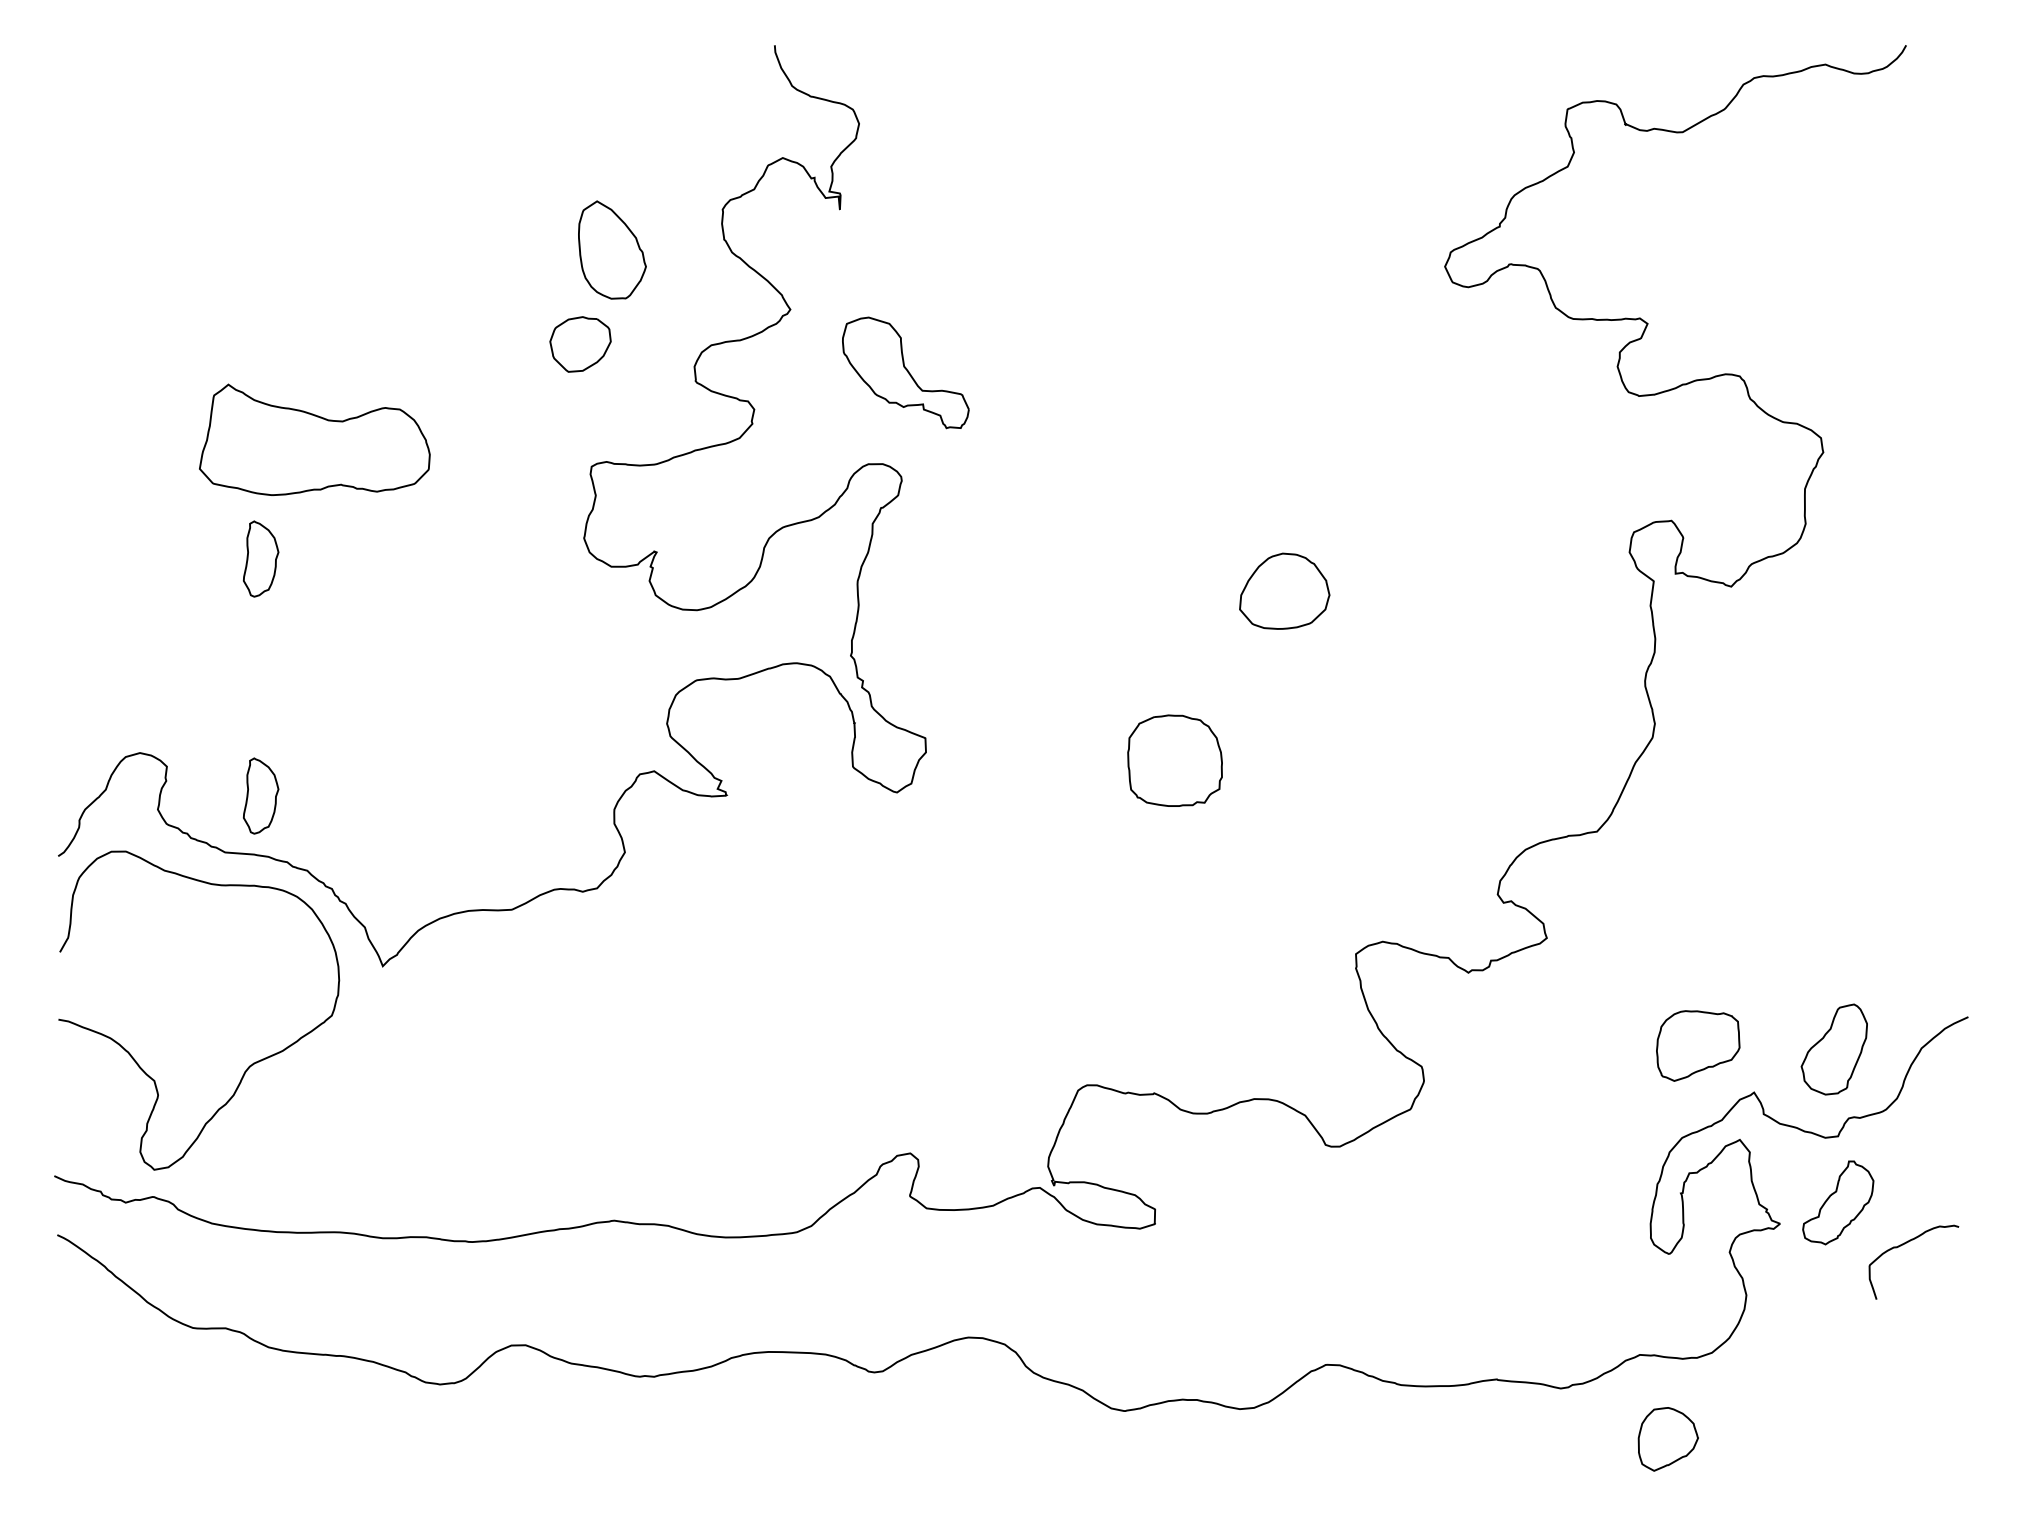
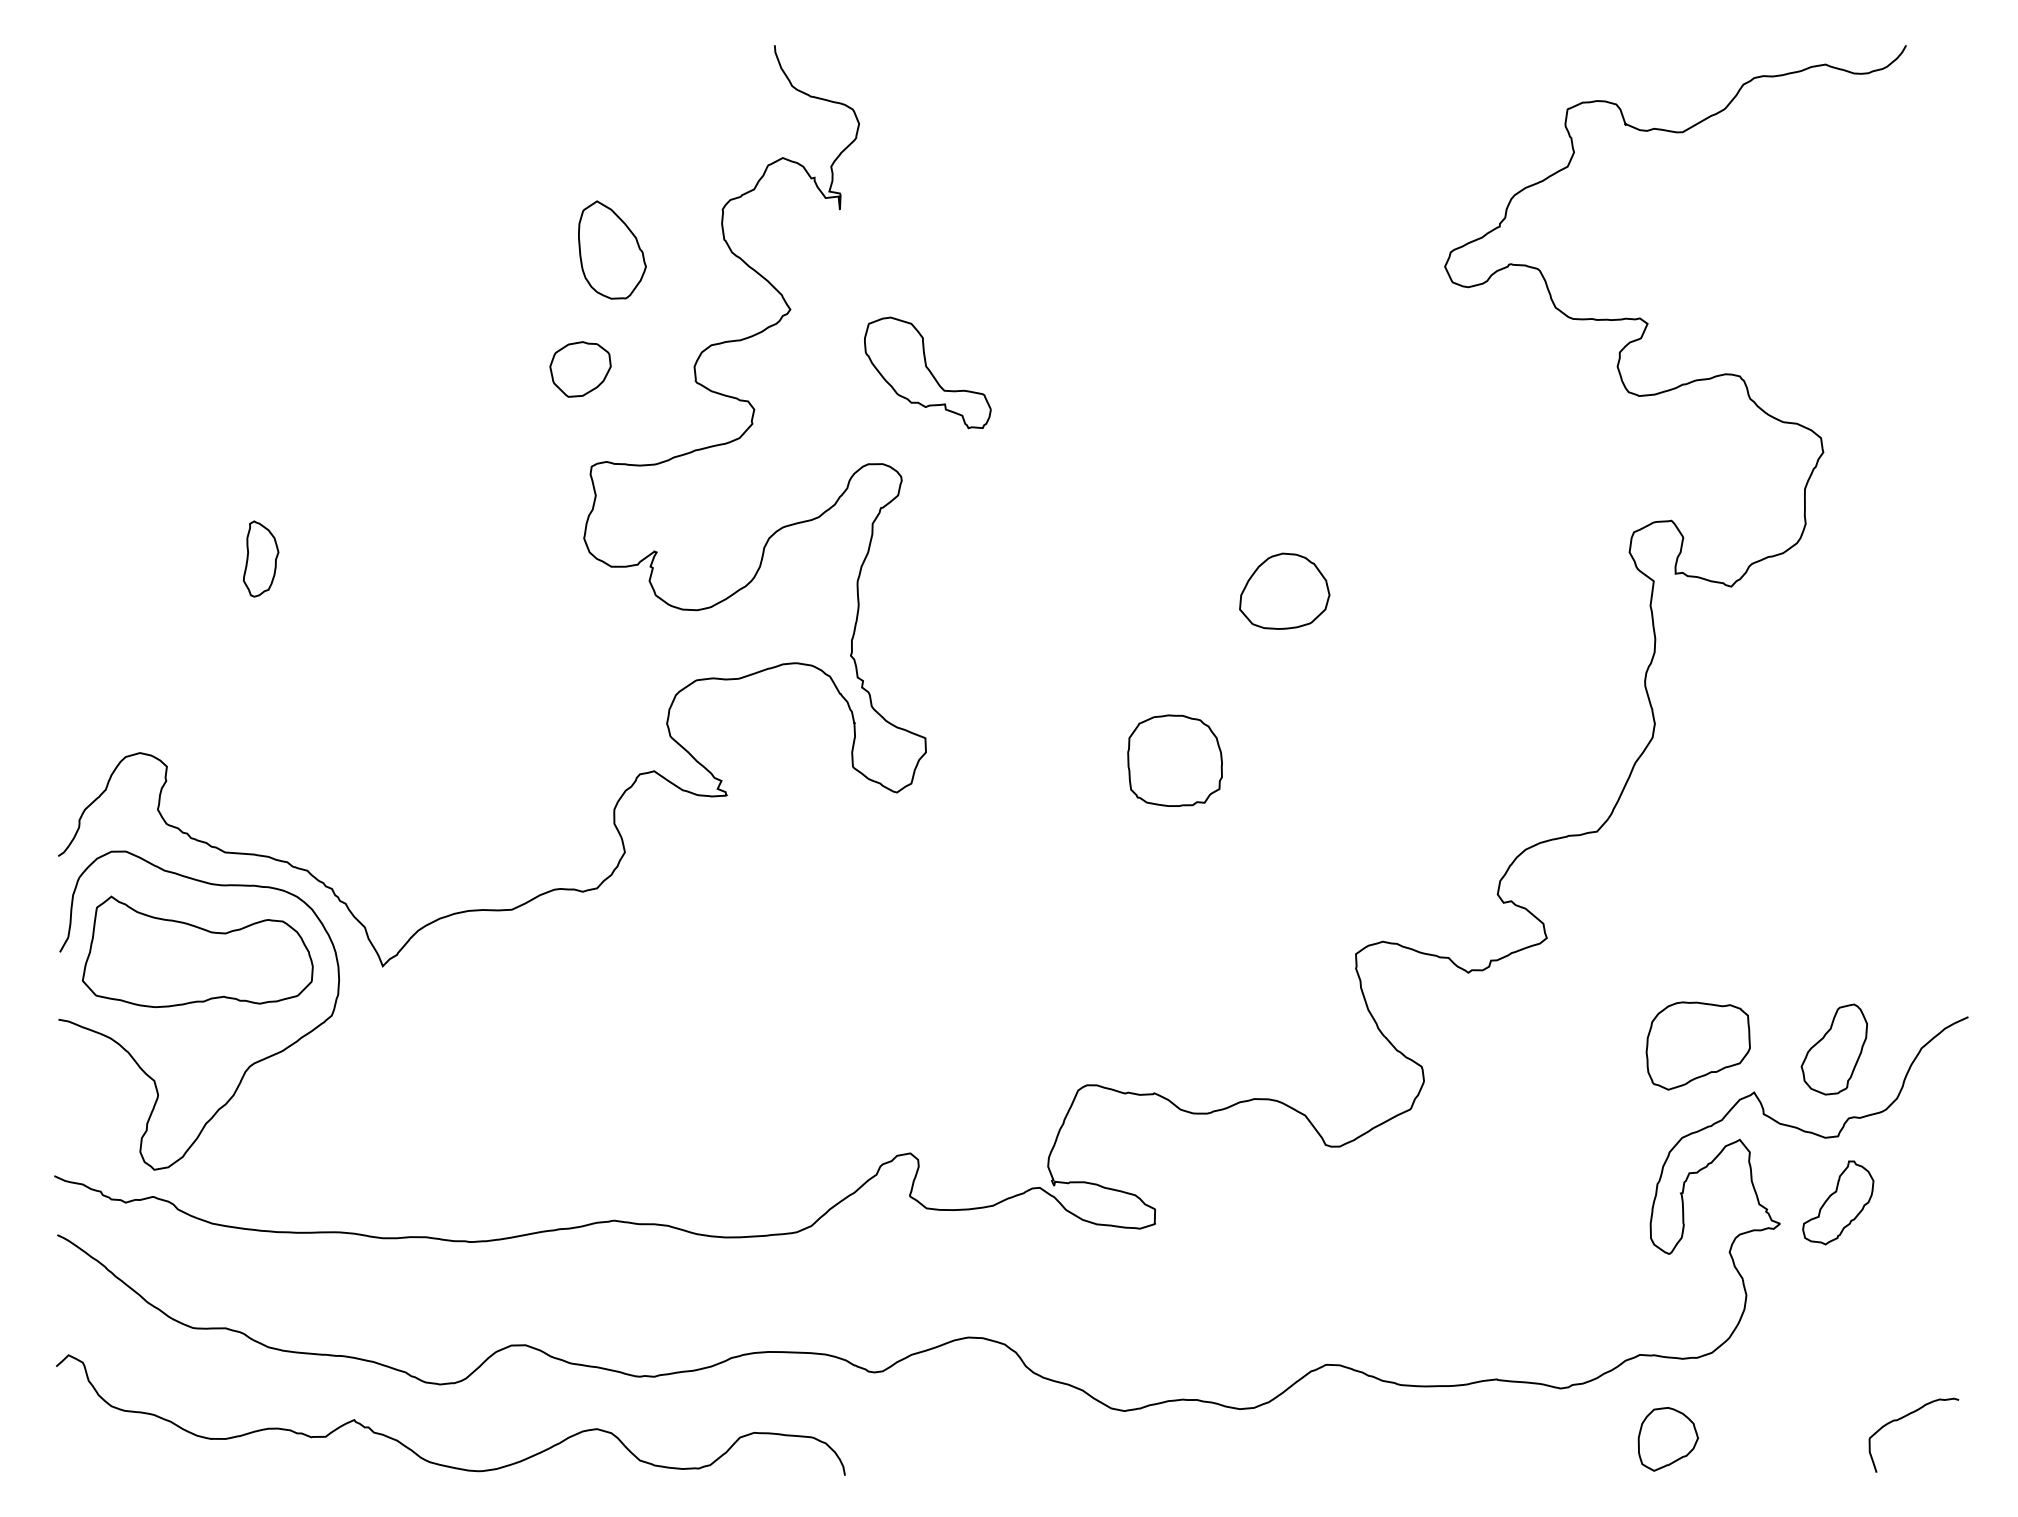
part at (580, 344) position: (580, 344) -> (580, 369)
part at (905, 372) position: (905, 372) -> (927, 372)
part at (314, 439) position: (314, 439) -> (197, 951)
part at (260, 795): present -> none
part at (1698, 1045) size: 85x72 px -> 106x90 px
curve at (1905, 1244) position: (1905, 1244) -> (1905, 1417)
curve at (439, 1463): none -> present
